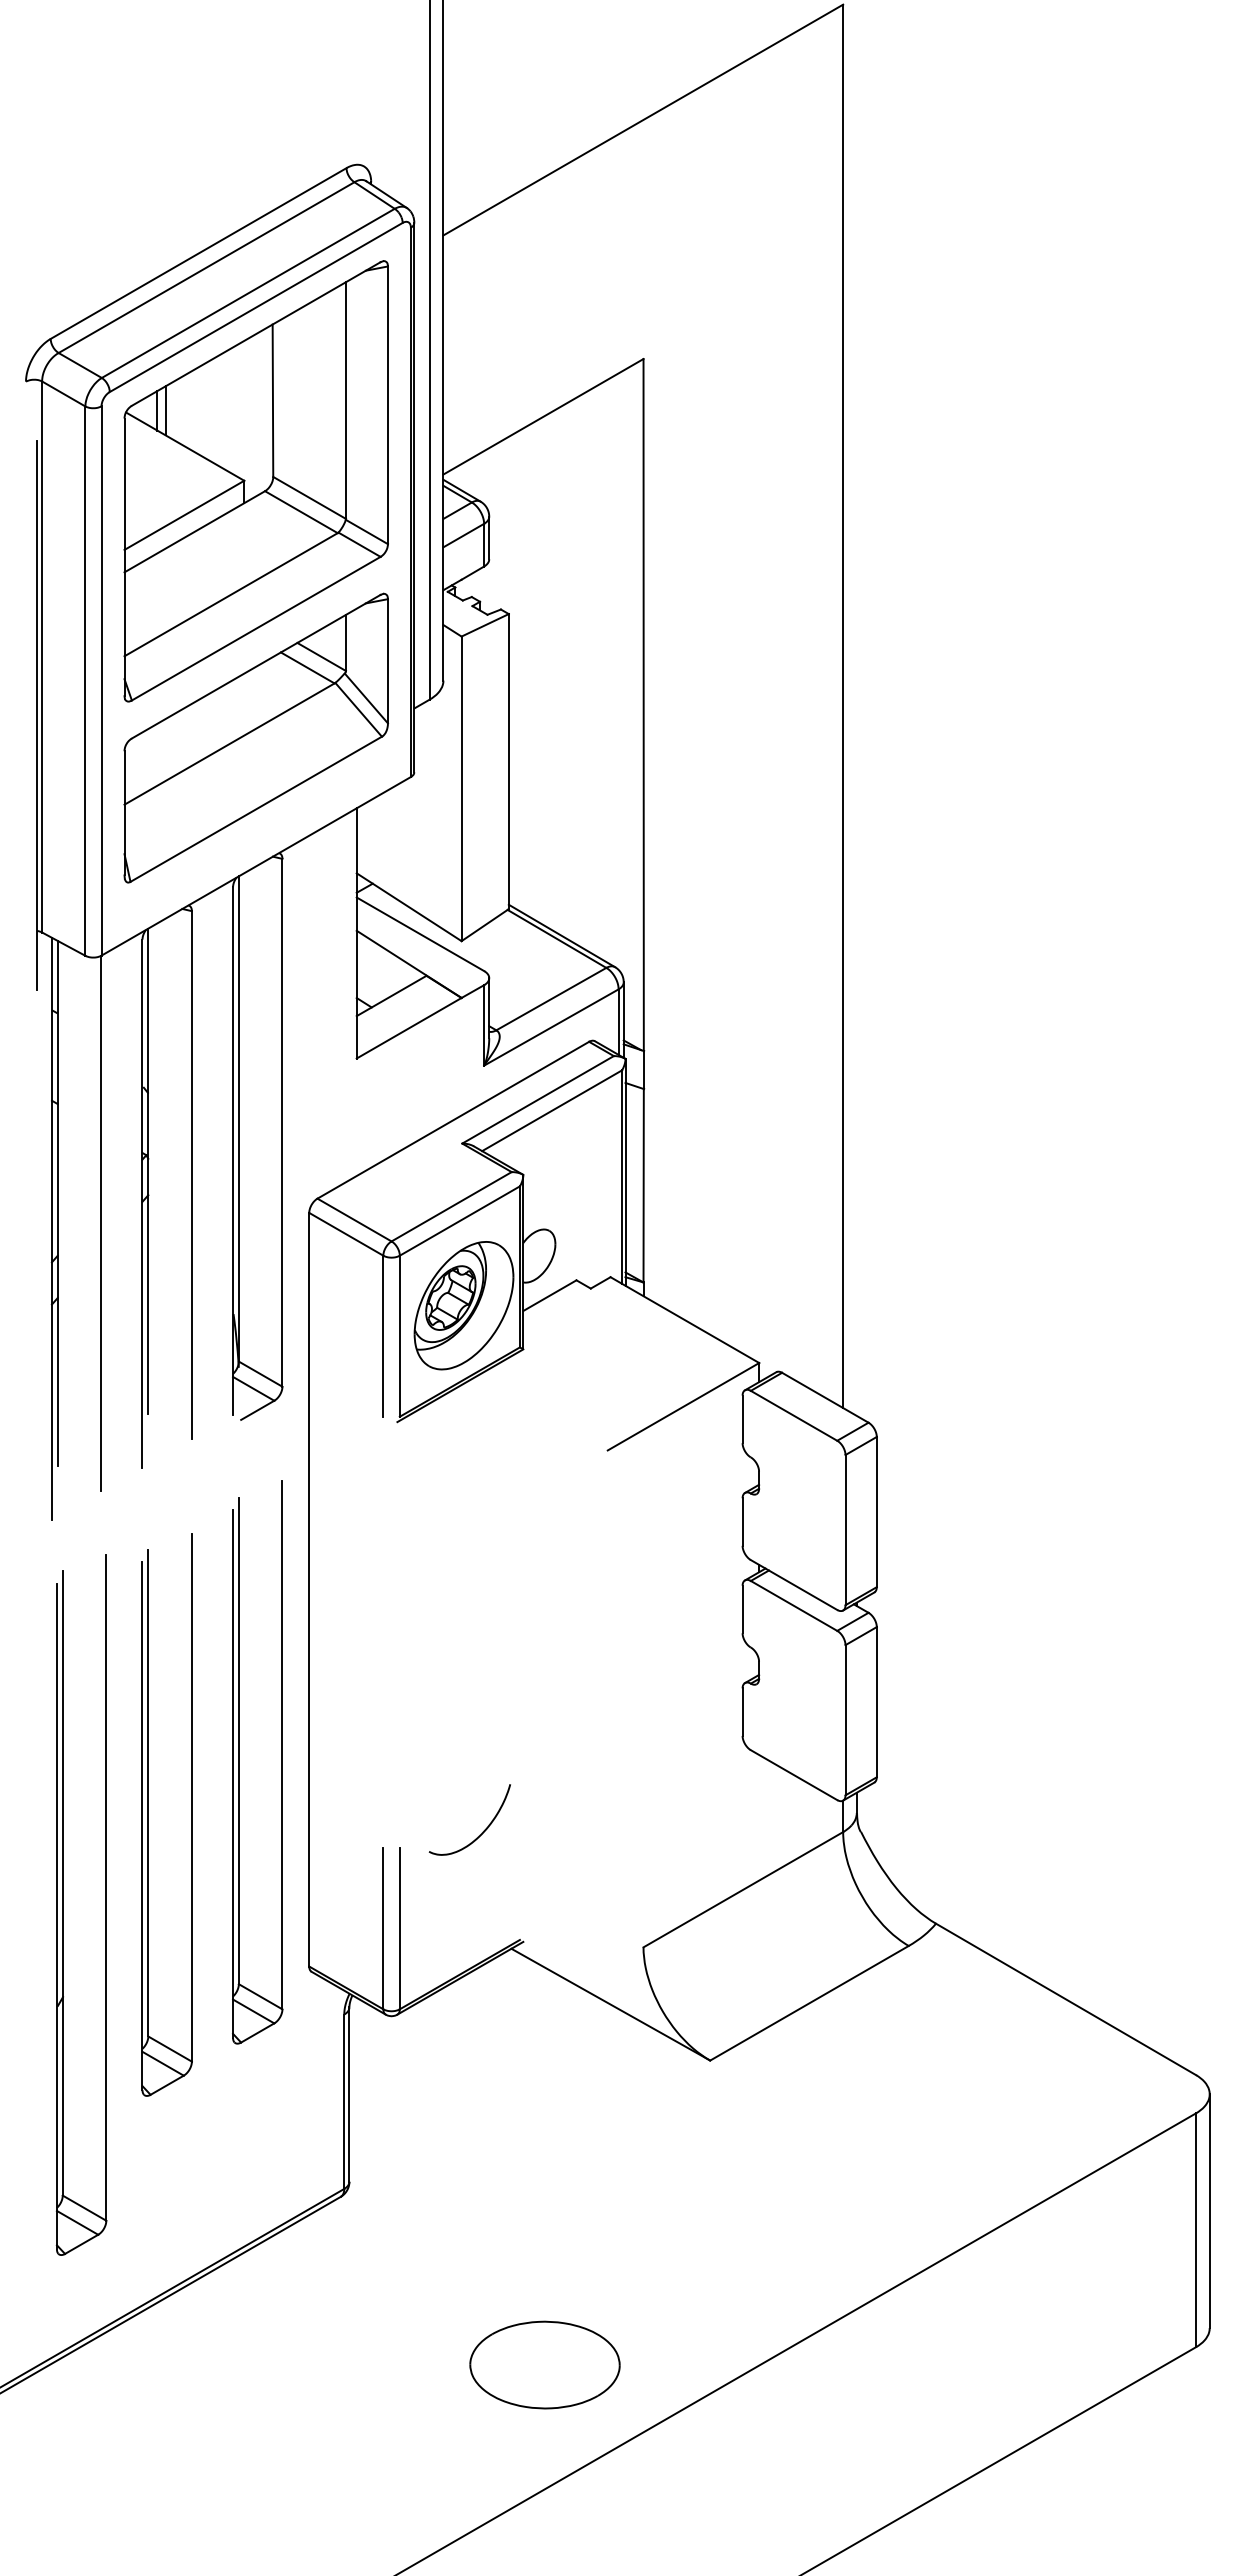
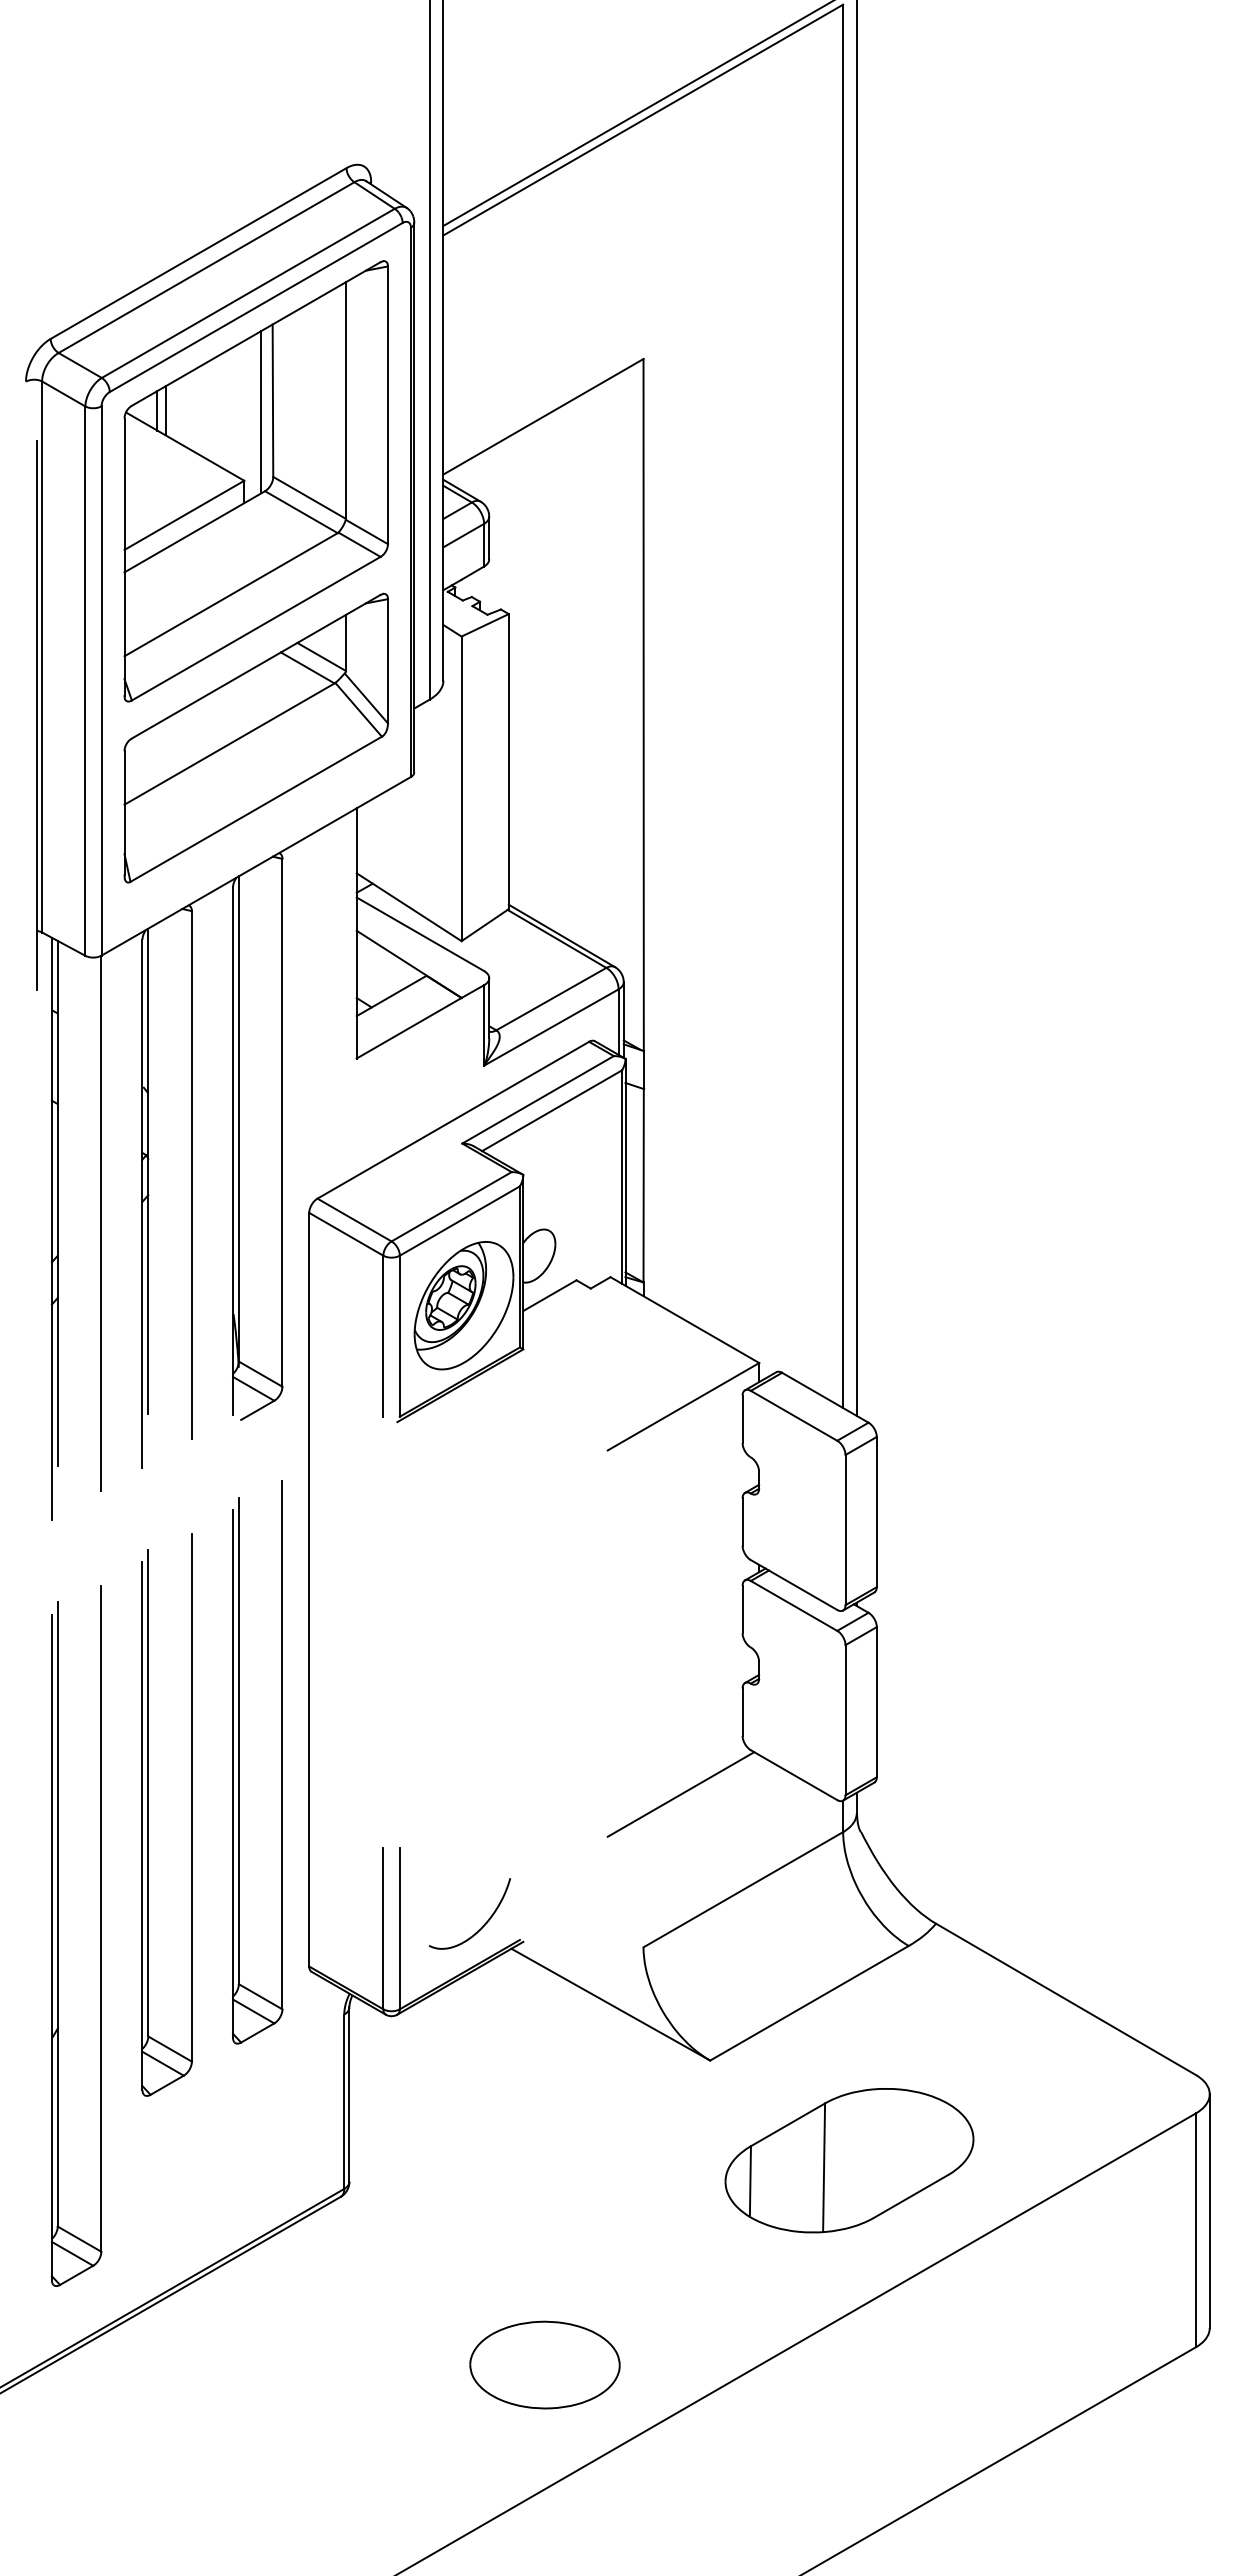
line at (636, 113): none -> present
line at (261, 412): none -> present
line at (856, 708): none -> present
line at (680, 1794): none -> present
curve at (482, 1831) position: (482, 1831) -> (482, 1925)
part at (63, 1904) position: (63, 1904) -> (58, 1935)
part at (849, 2160): none -> present
